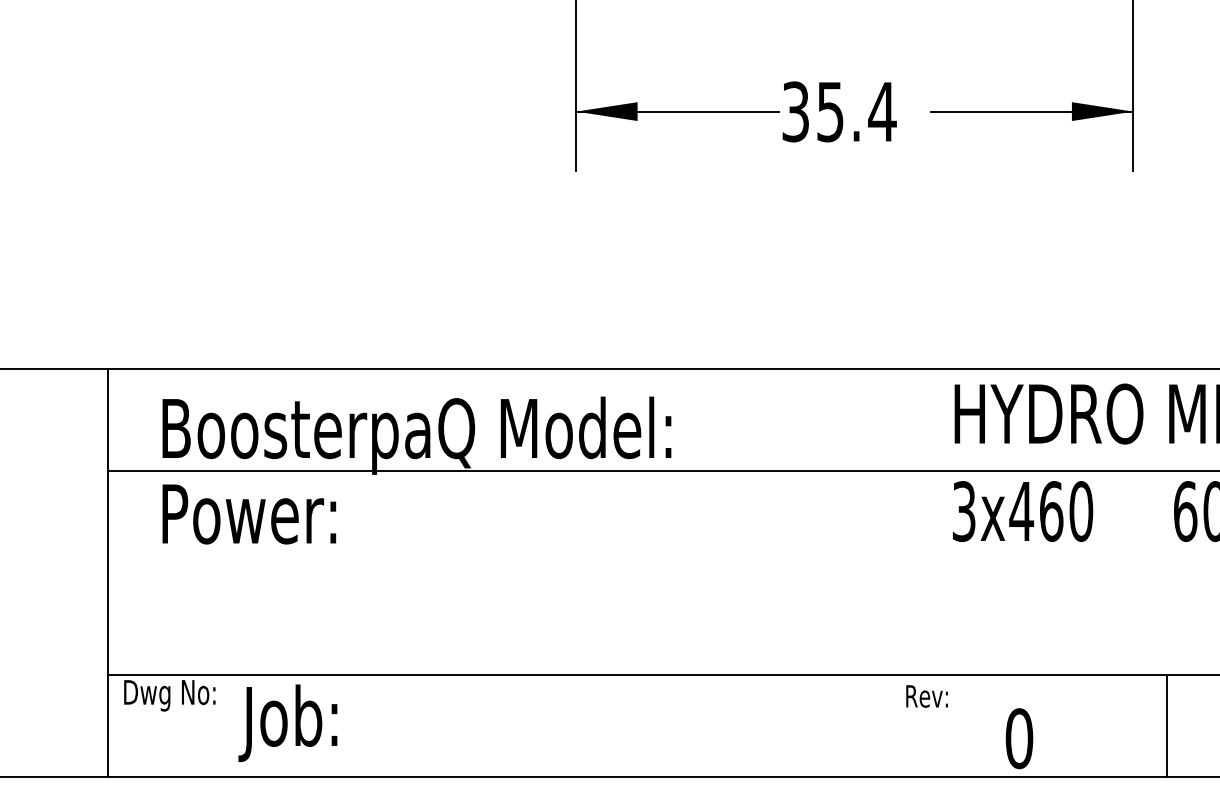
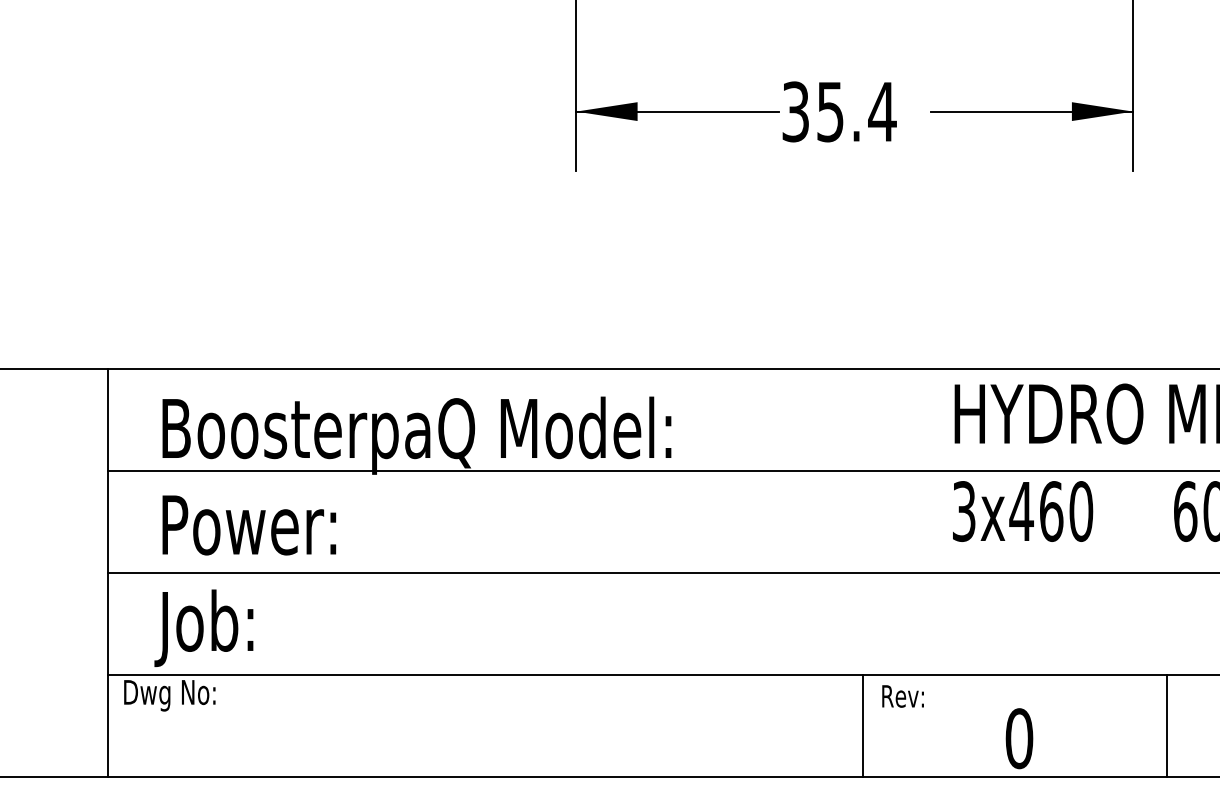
text at (249, 514) position: (249, 514) -> (249, 525)
line at (661, 572): none -> present
text at (926, 696) position: (926, 696) -> (902, 696)
text at (287, 722) position: (287, 722) -> (203, 627)
line at (863, 725): none -> present
